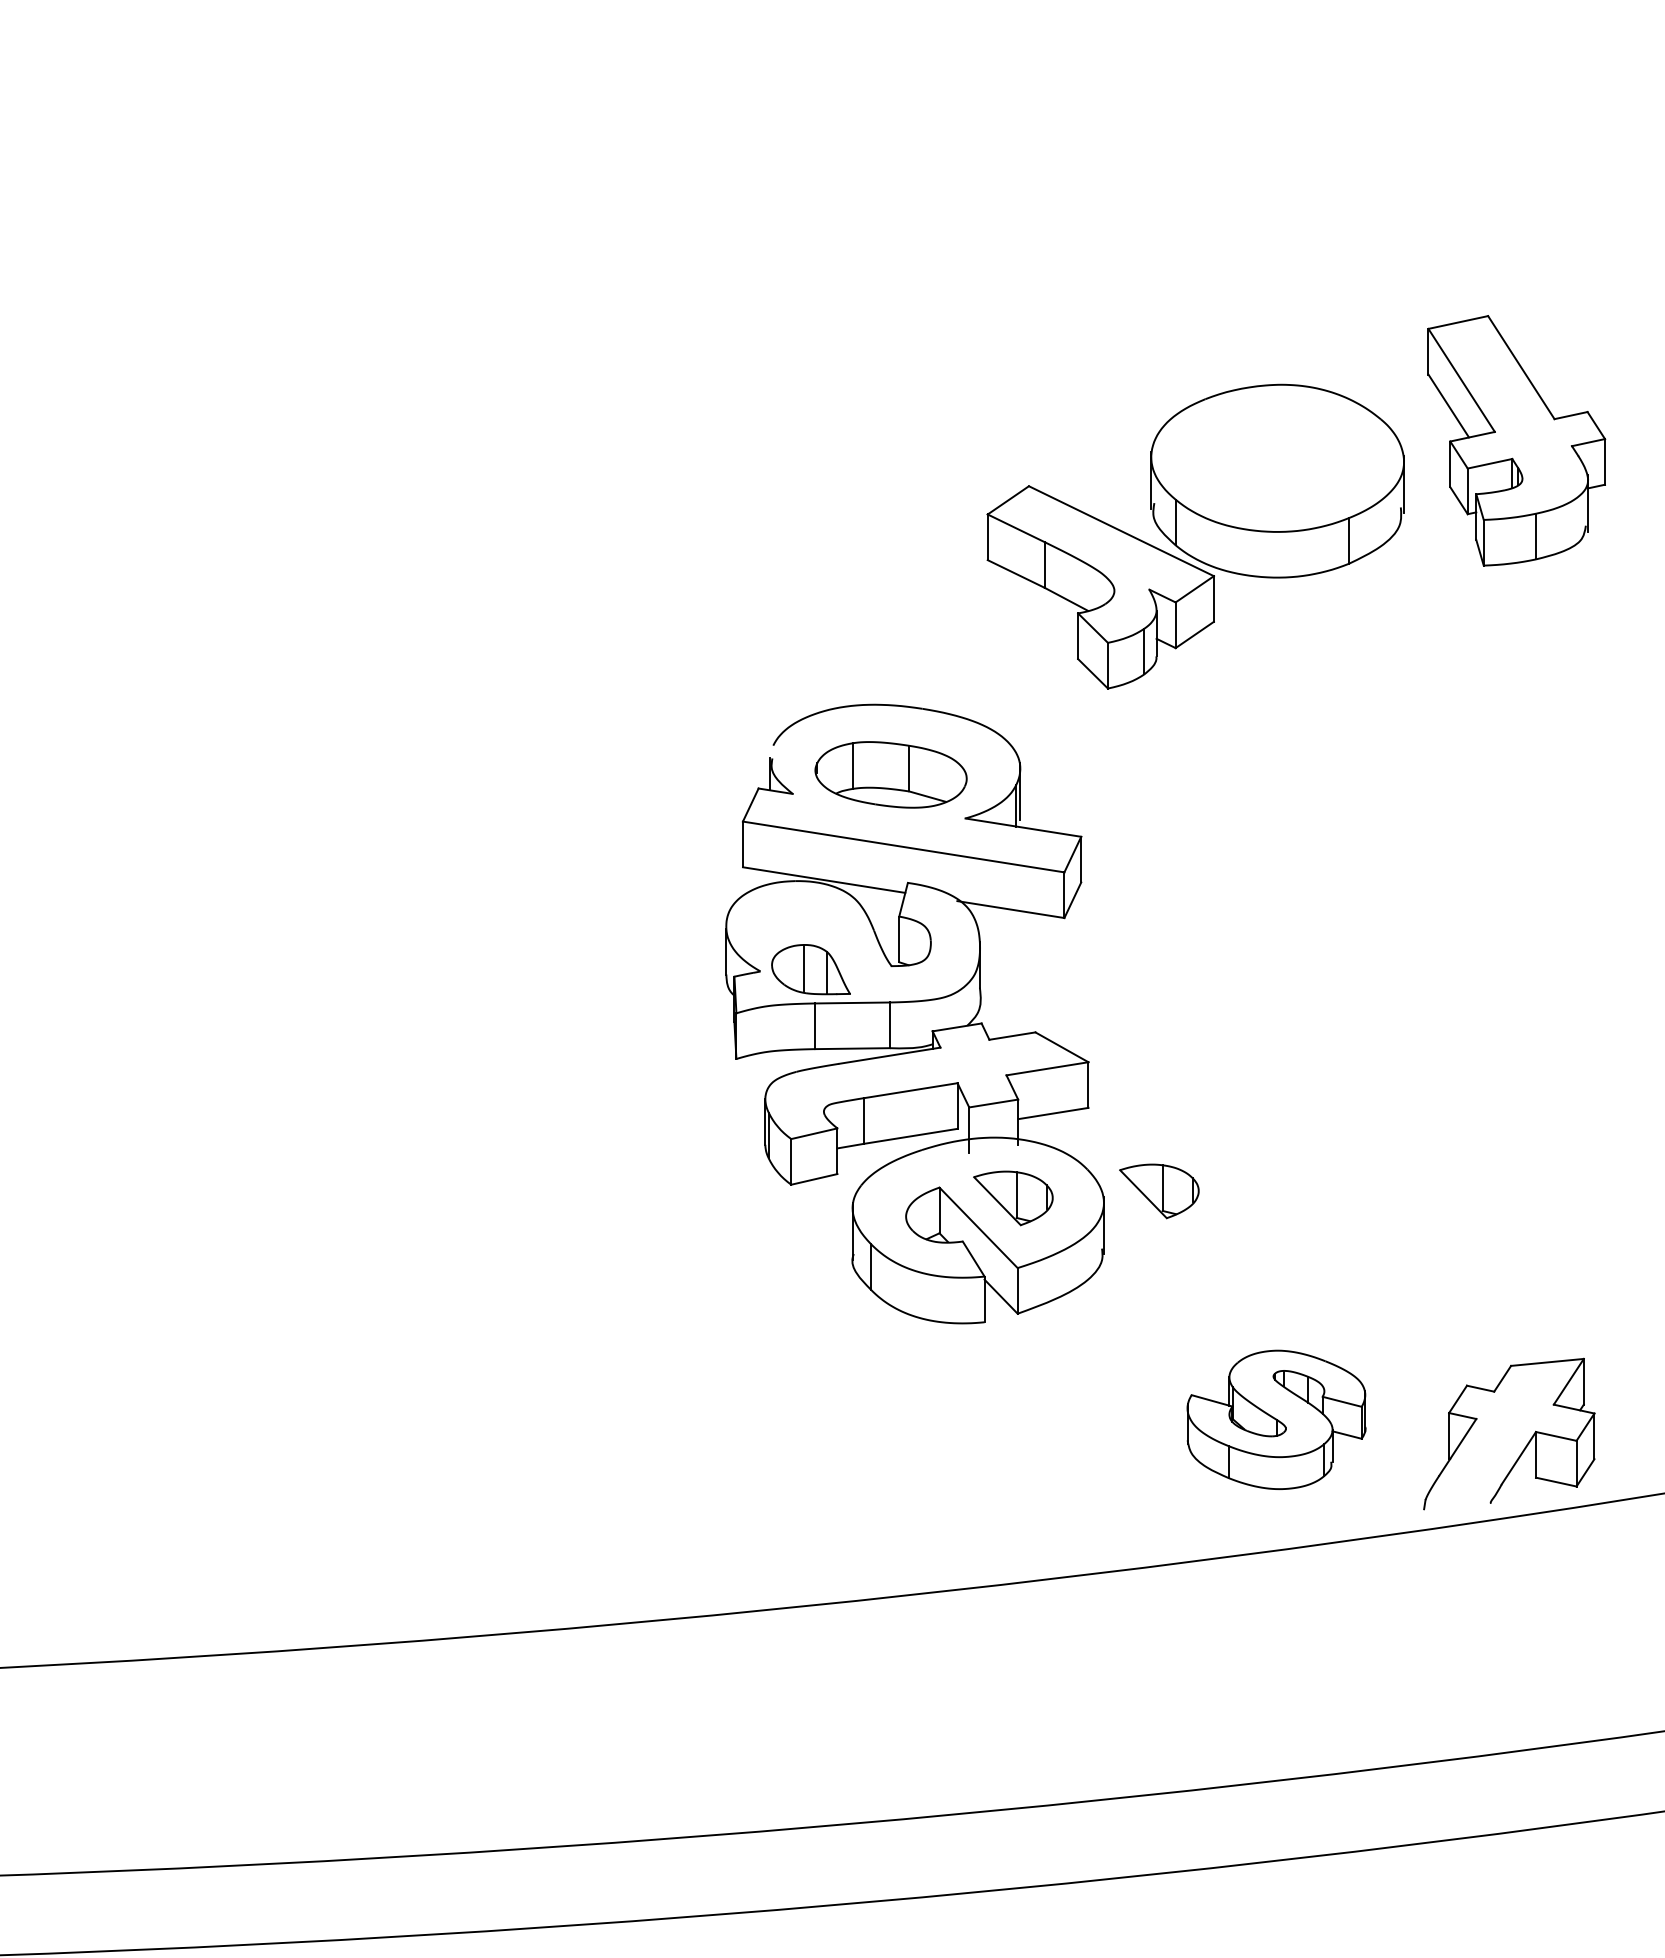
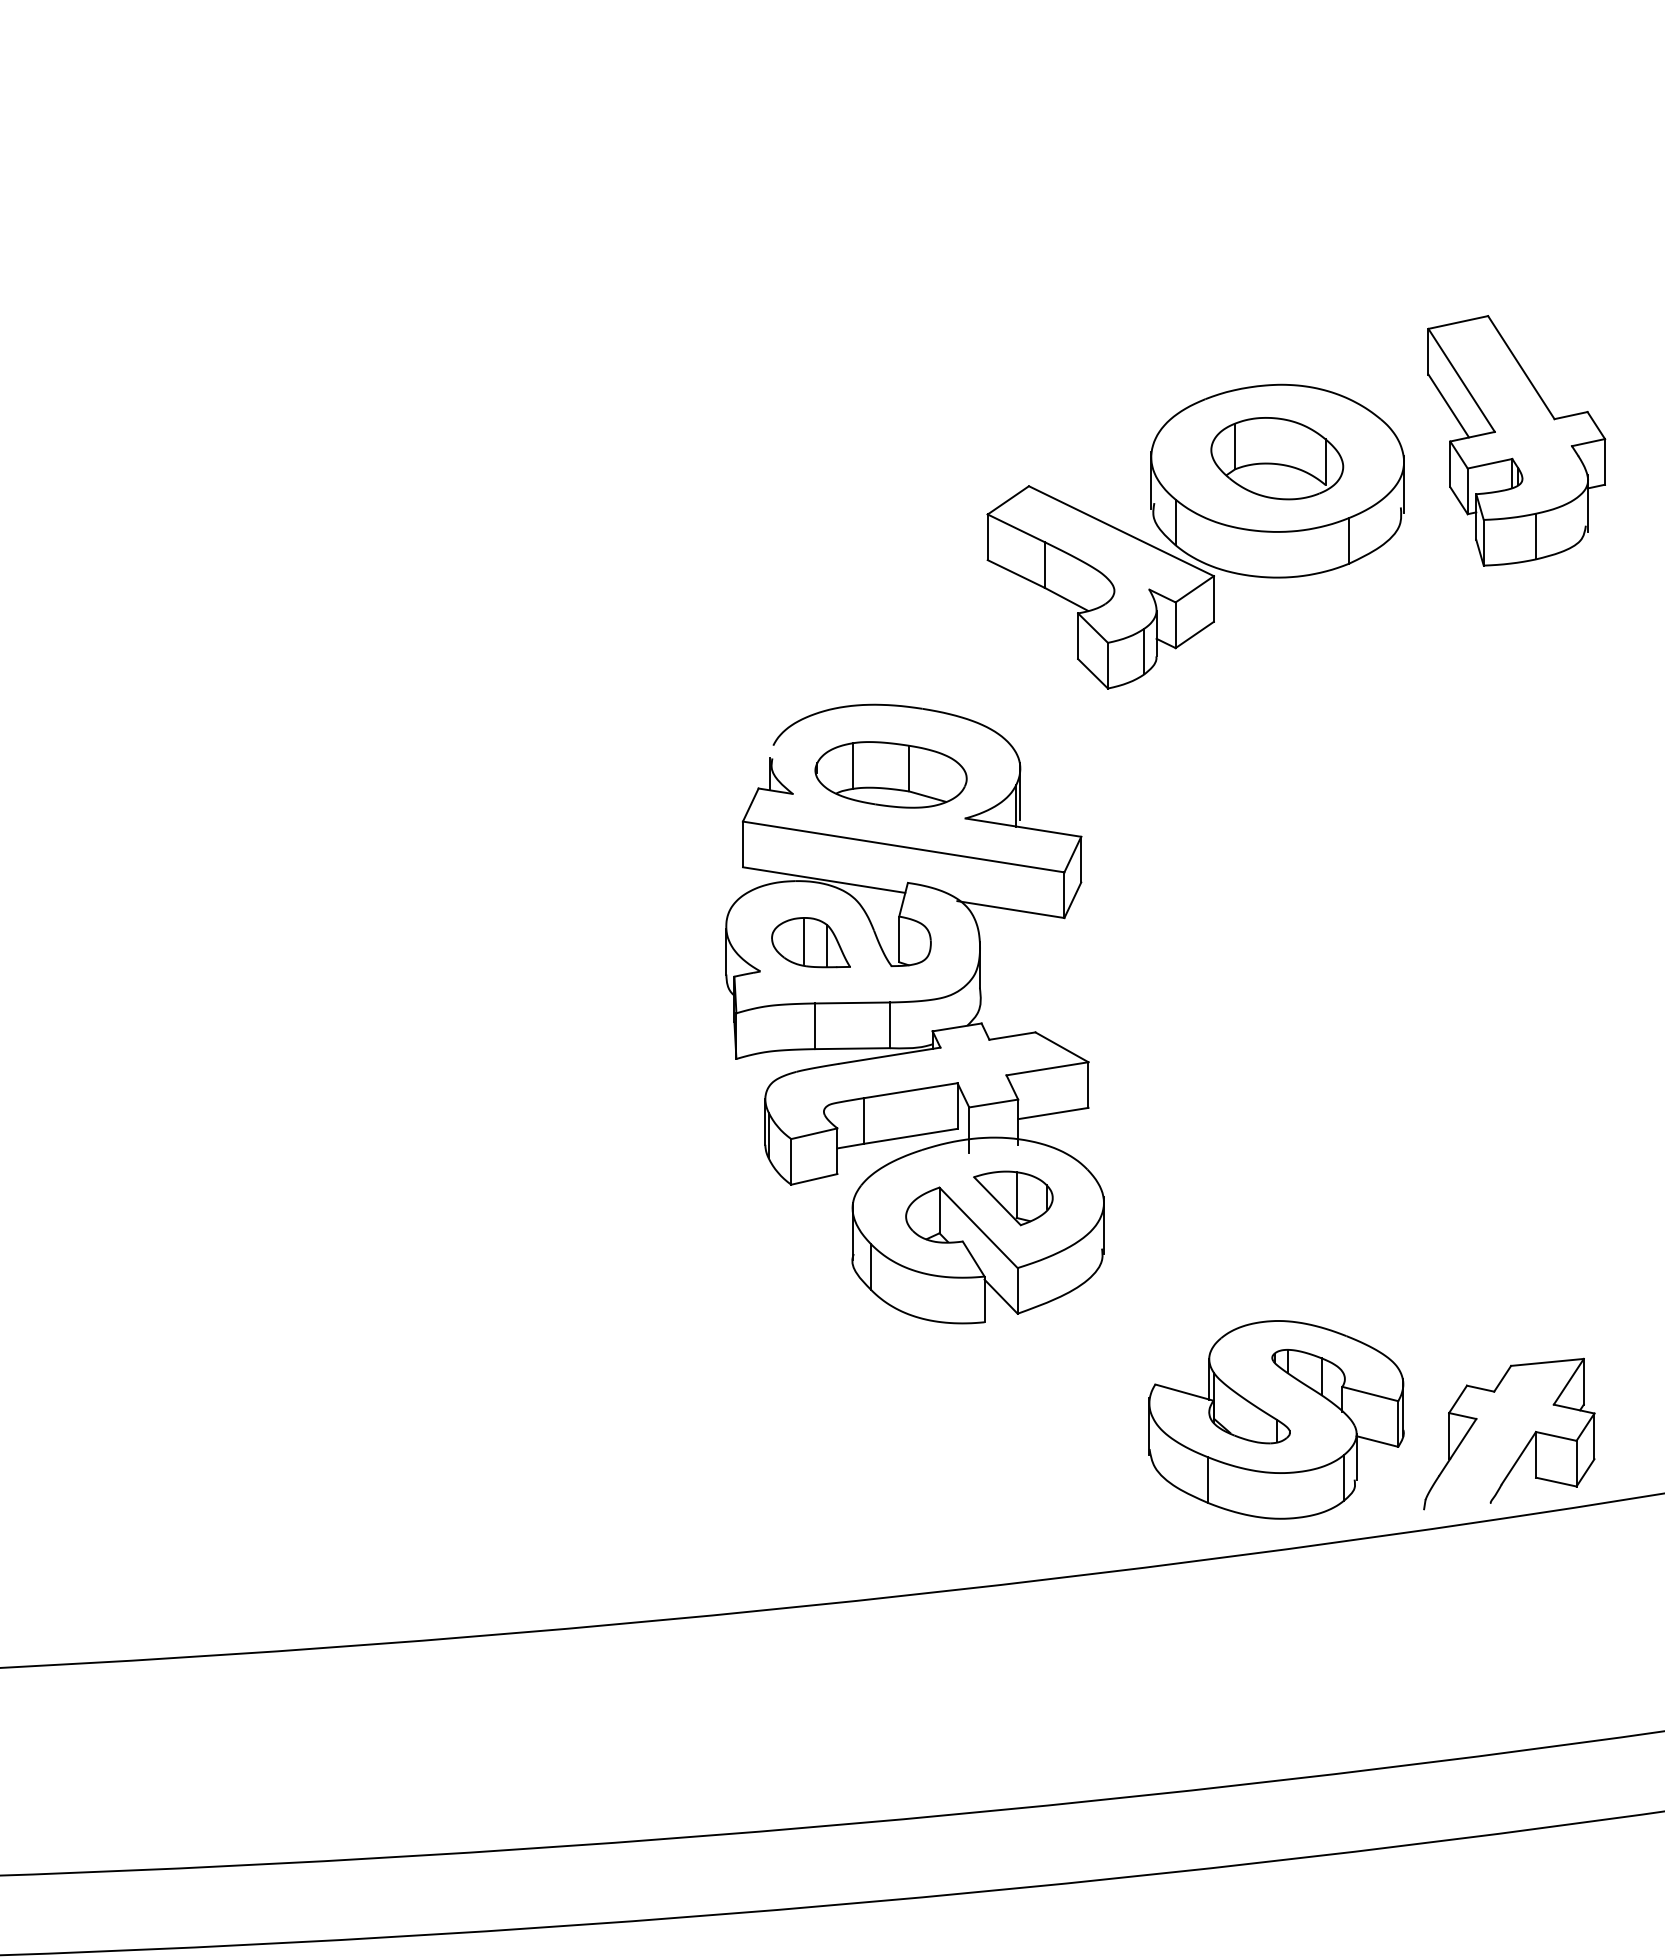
part at (1277, 458): none -> present
part at (810, 969) position: (810, 969) -> (810, 942)
part at (1159, 1191): present -> none
part at (1276, 1419) size: 181x141 px -> 257x200 px
